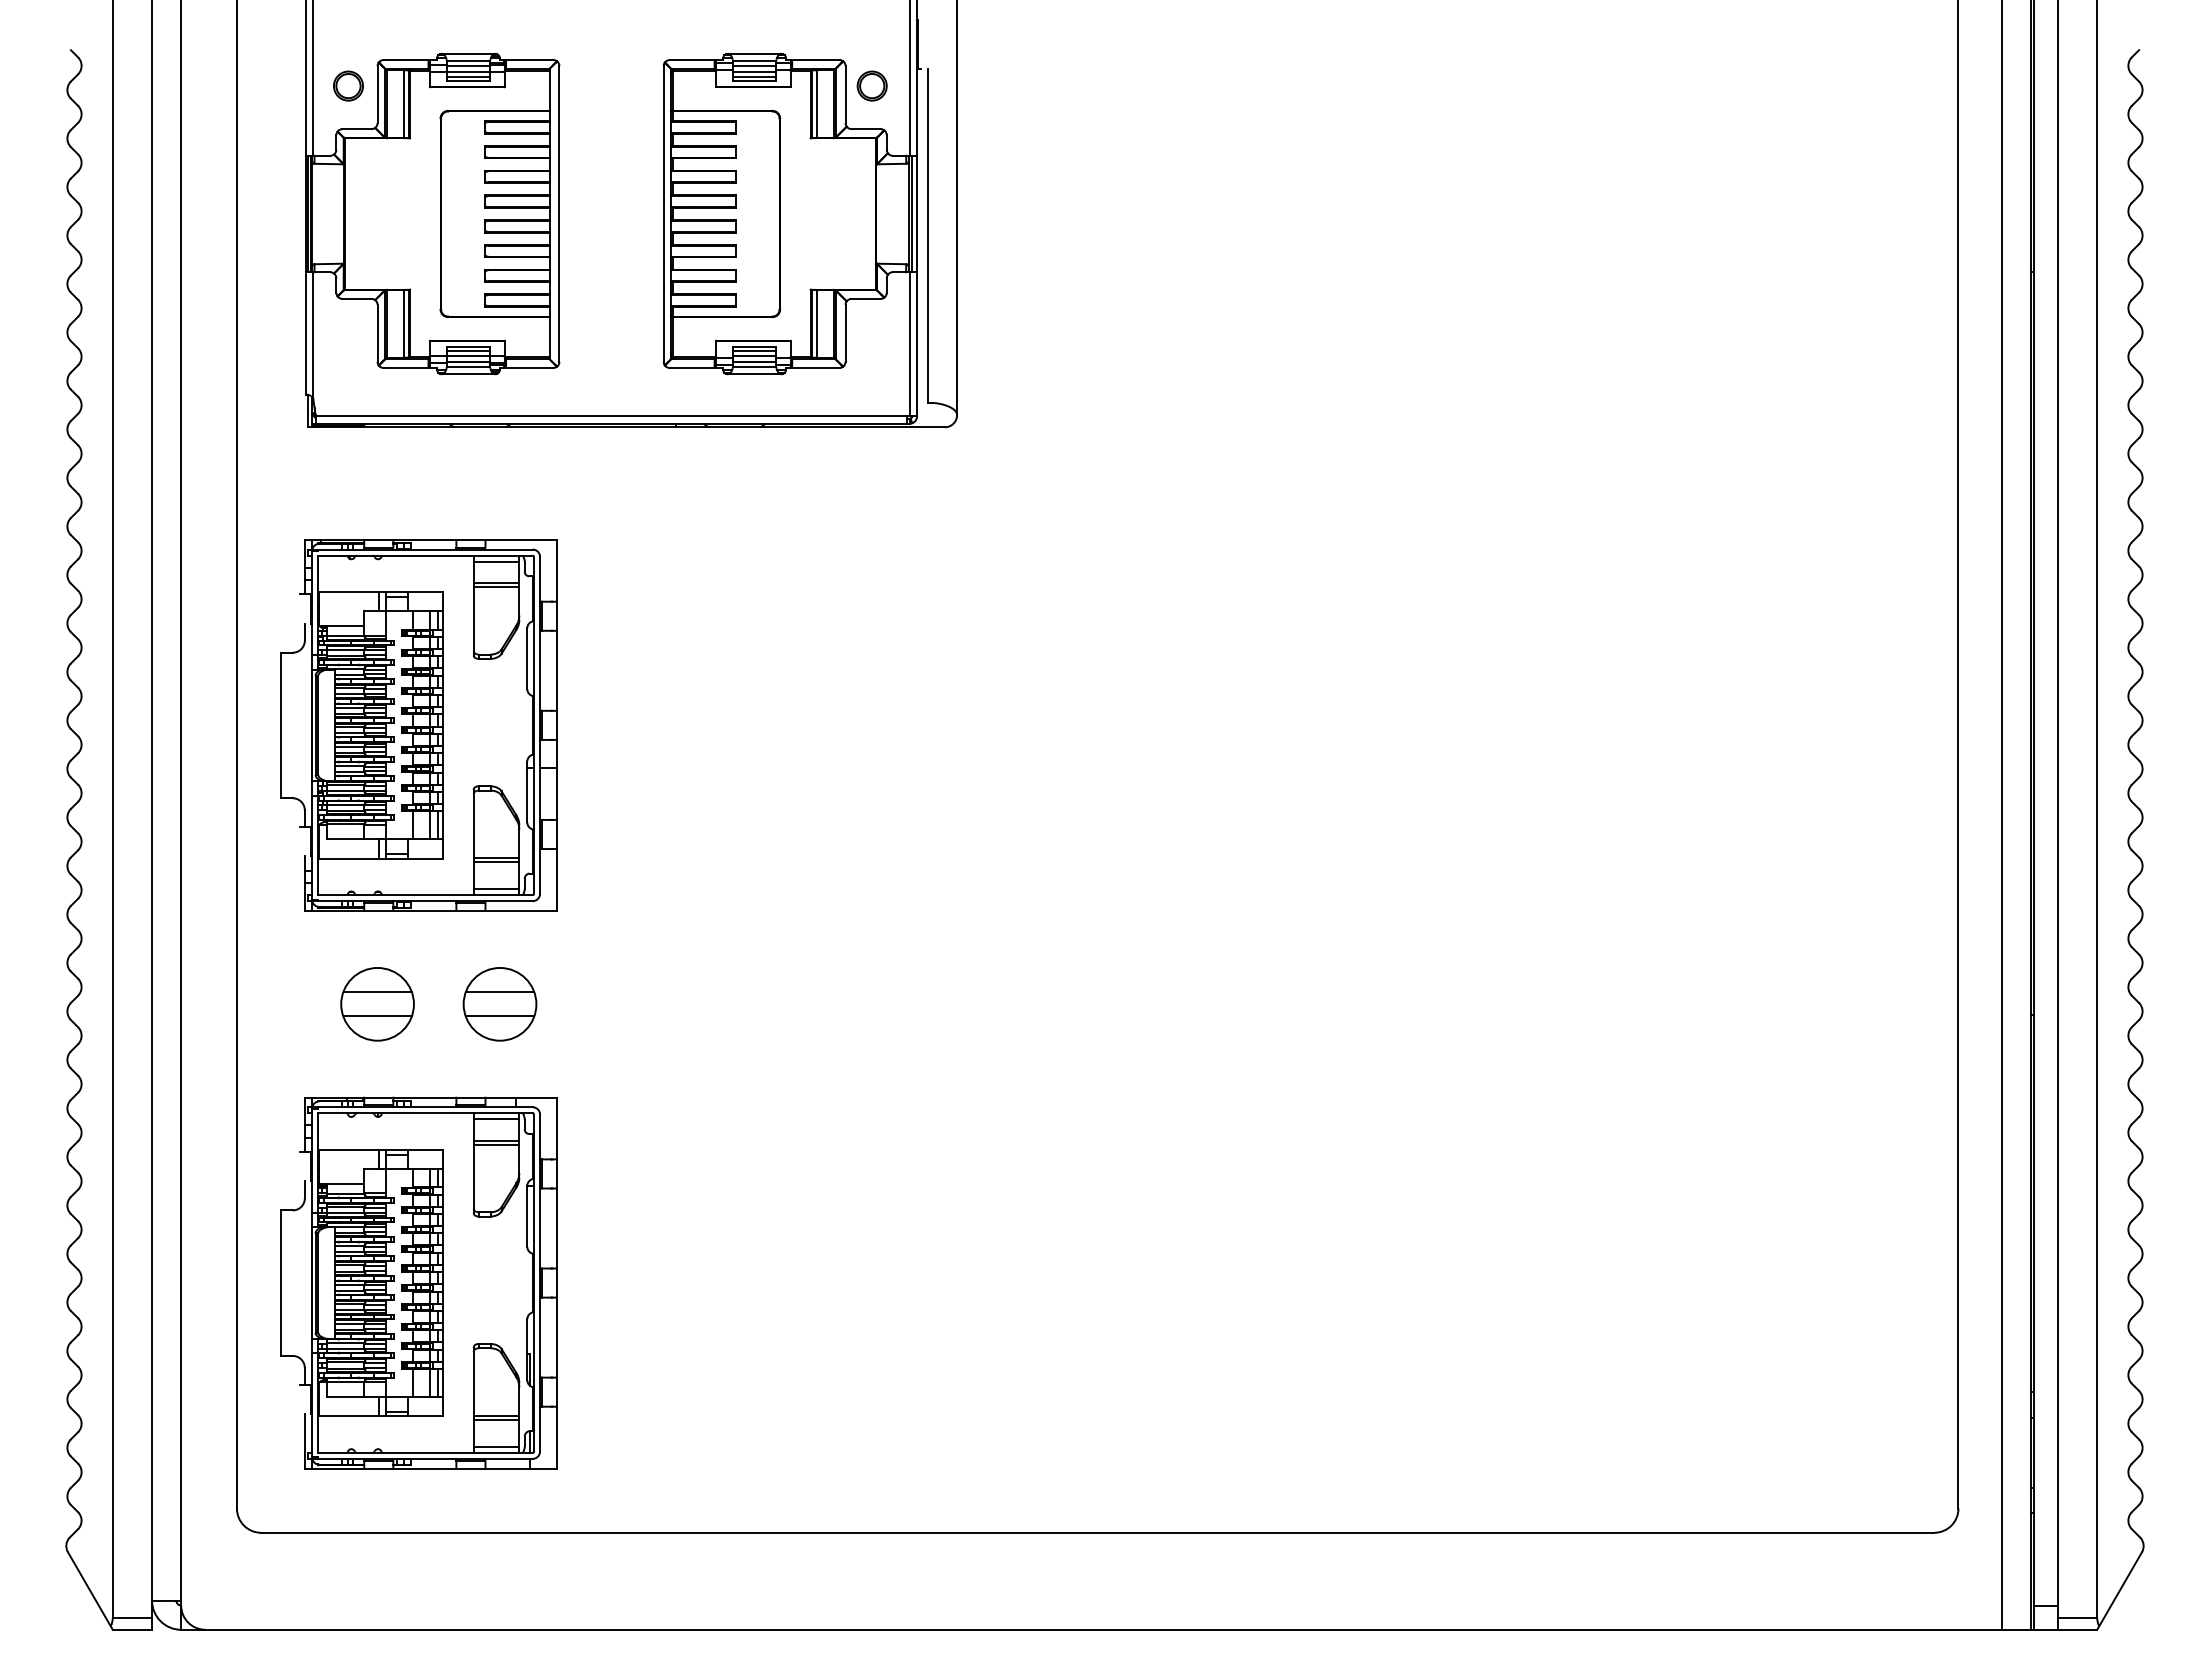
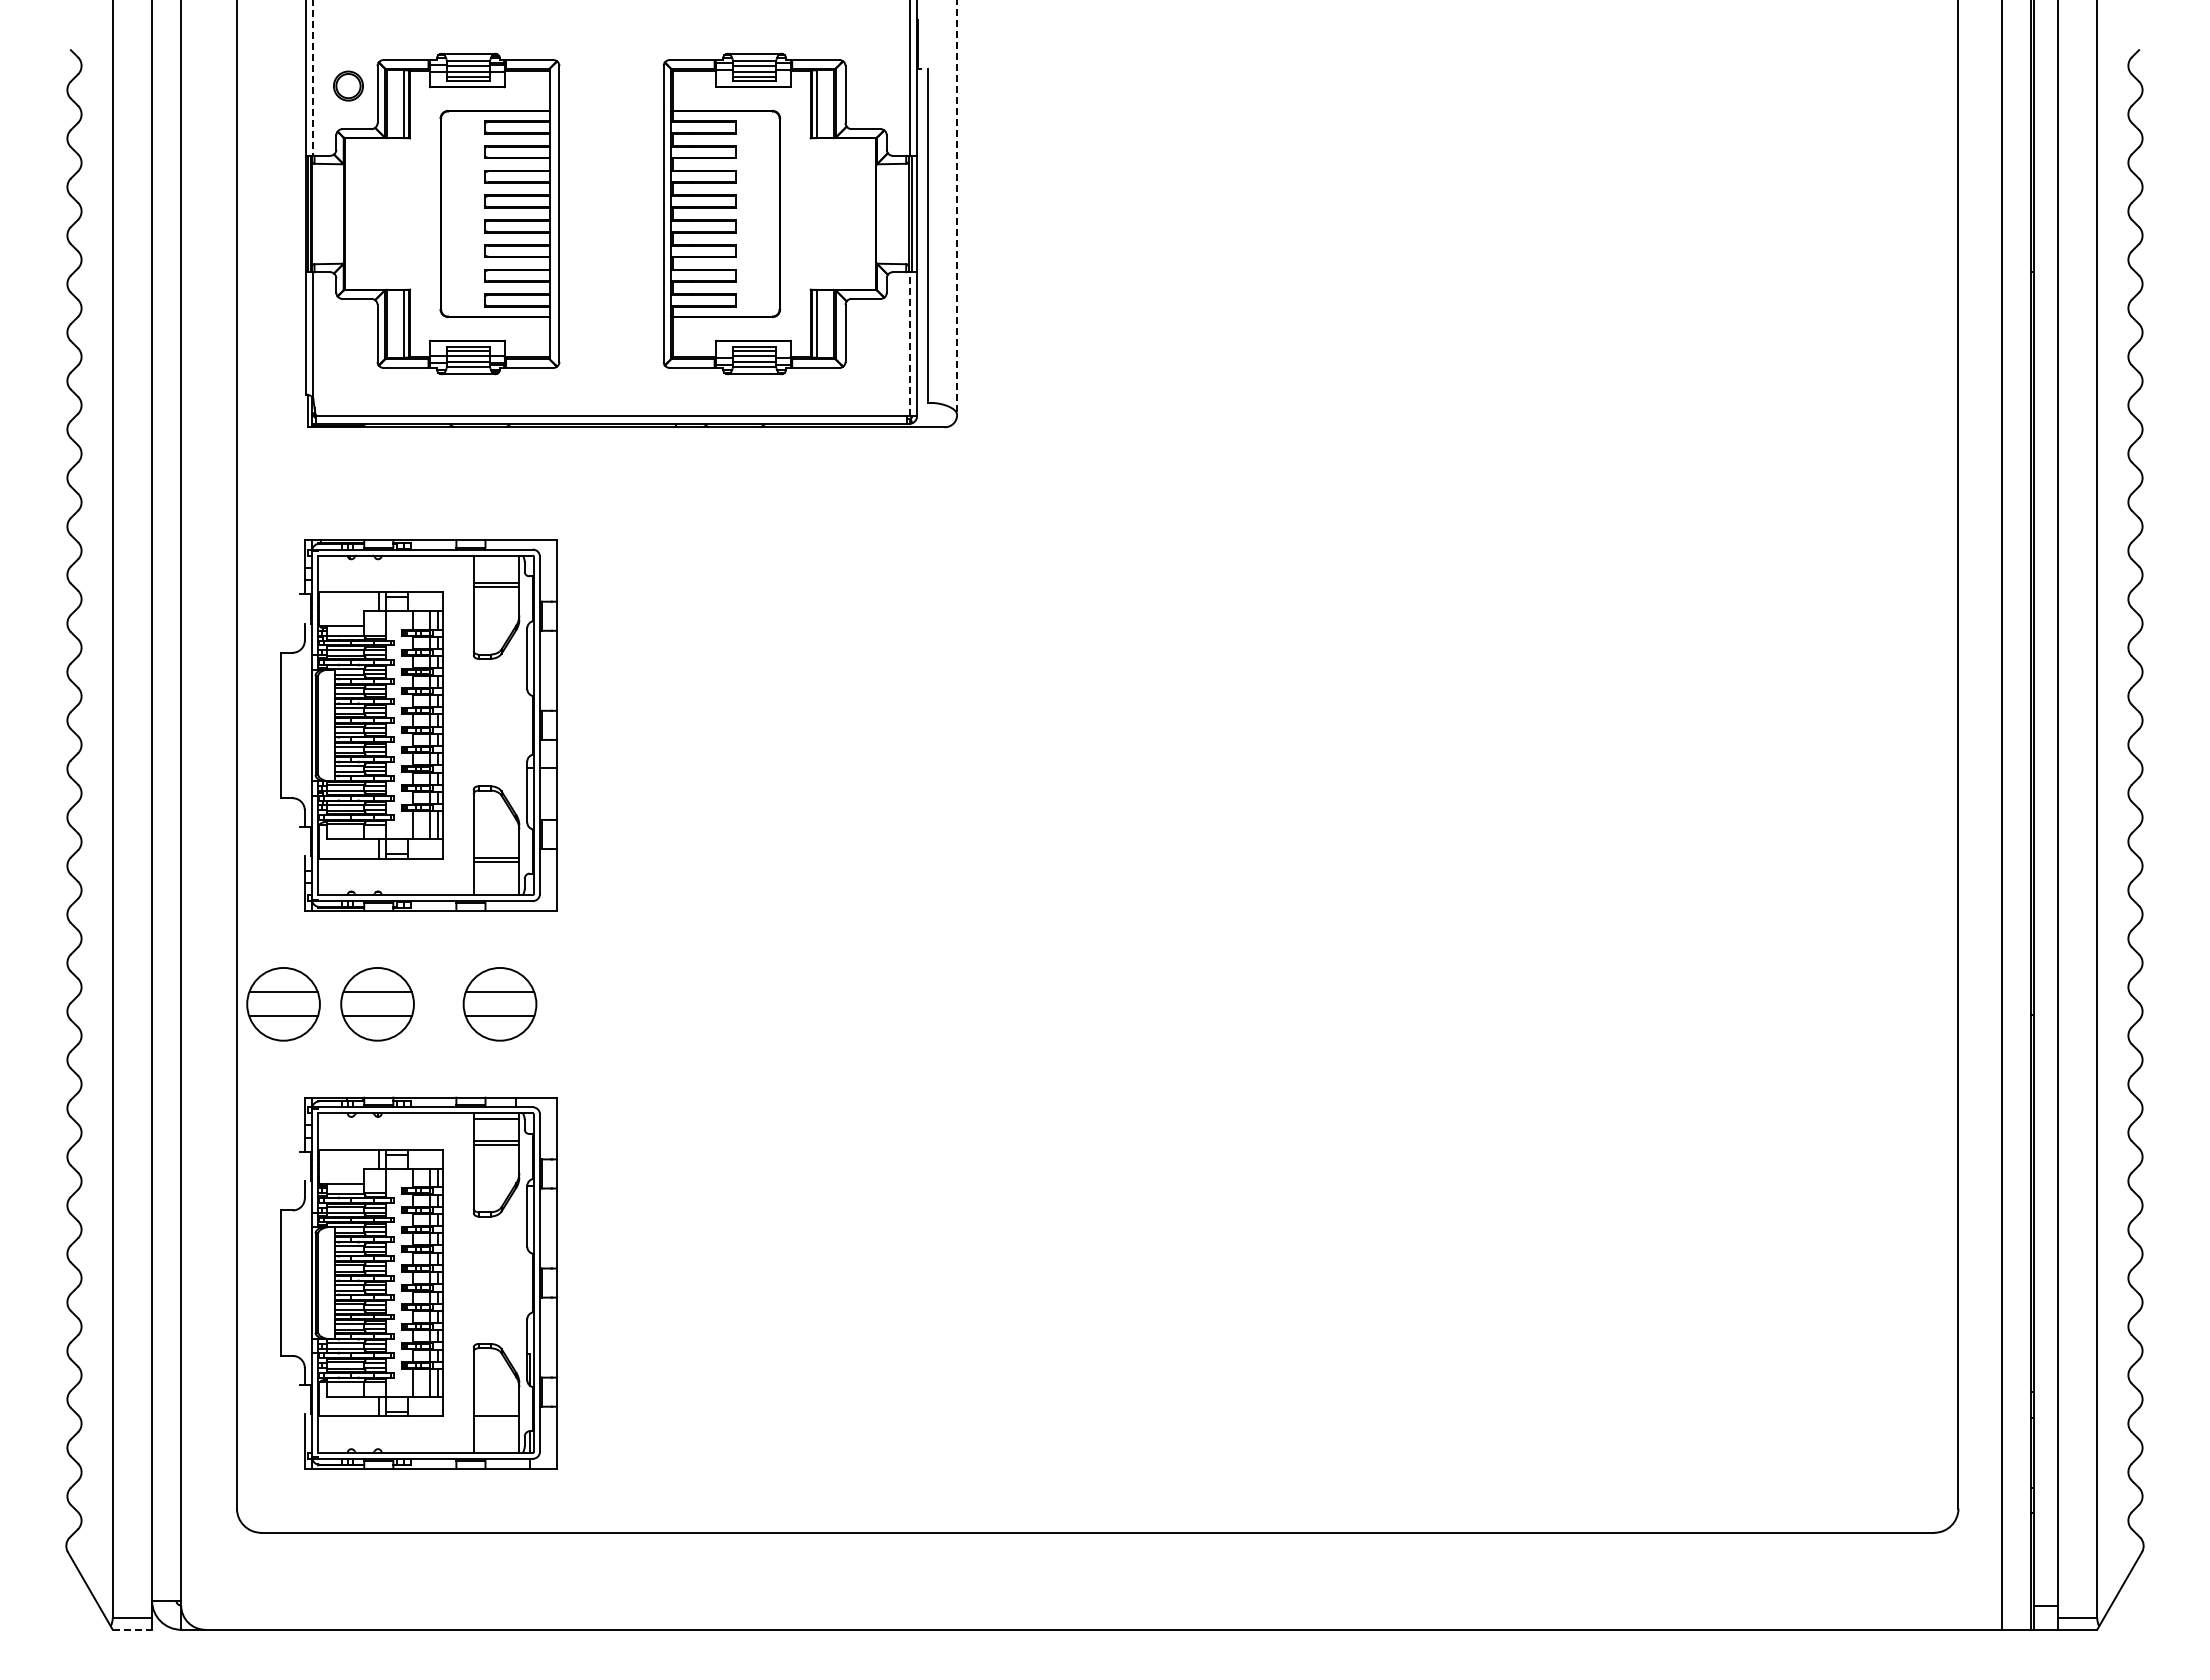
line at (313, 78): solid -> dashed
part at (871, 85): present -> none
line at (957, 208): solid -> dashed
line at (909, 343): solid -> dashed
line at (496, 561): present -> none
line at (496, 889): present -> none
part at (283, 1004): none -> present
line at (496, 1419): present -> none
line at (496, 1446): present -> none
line at (132, 1629): solid -> dashed
